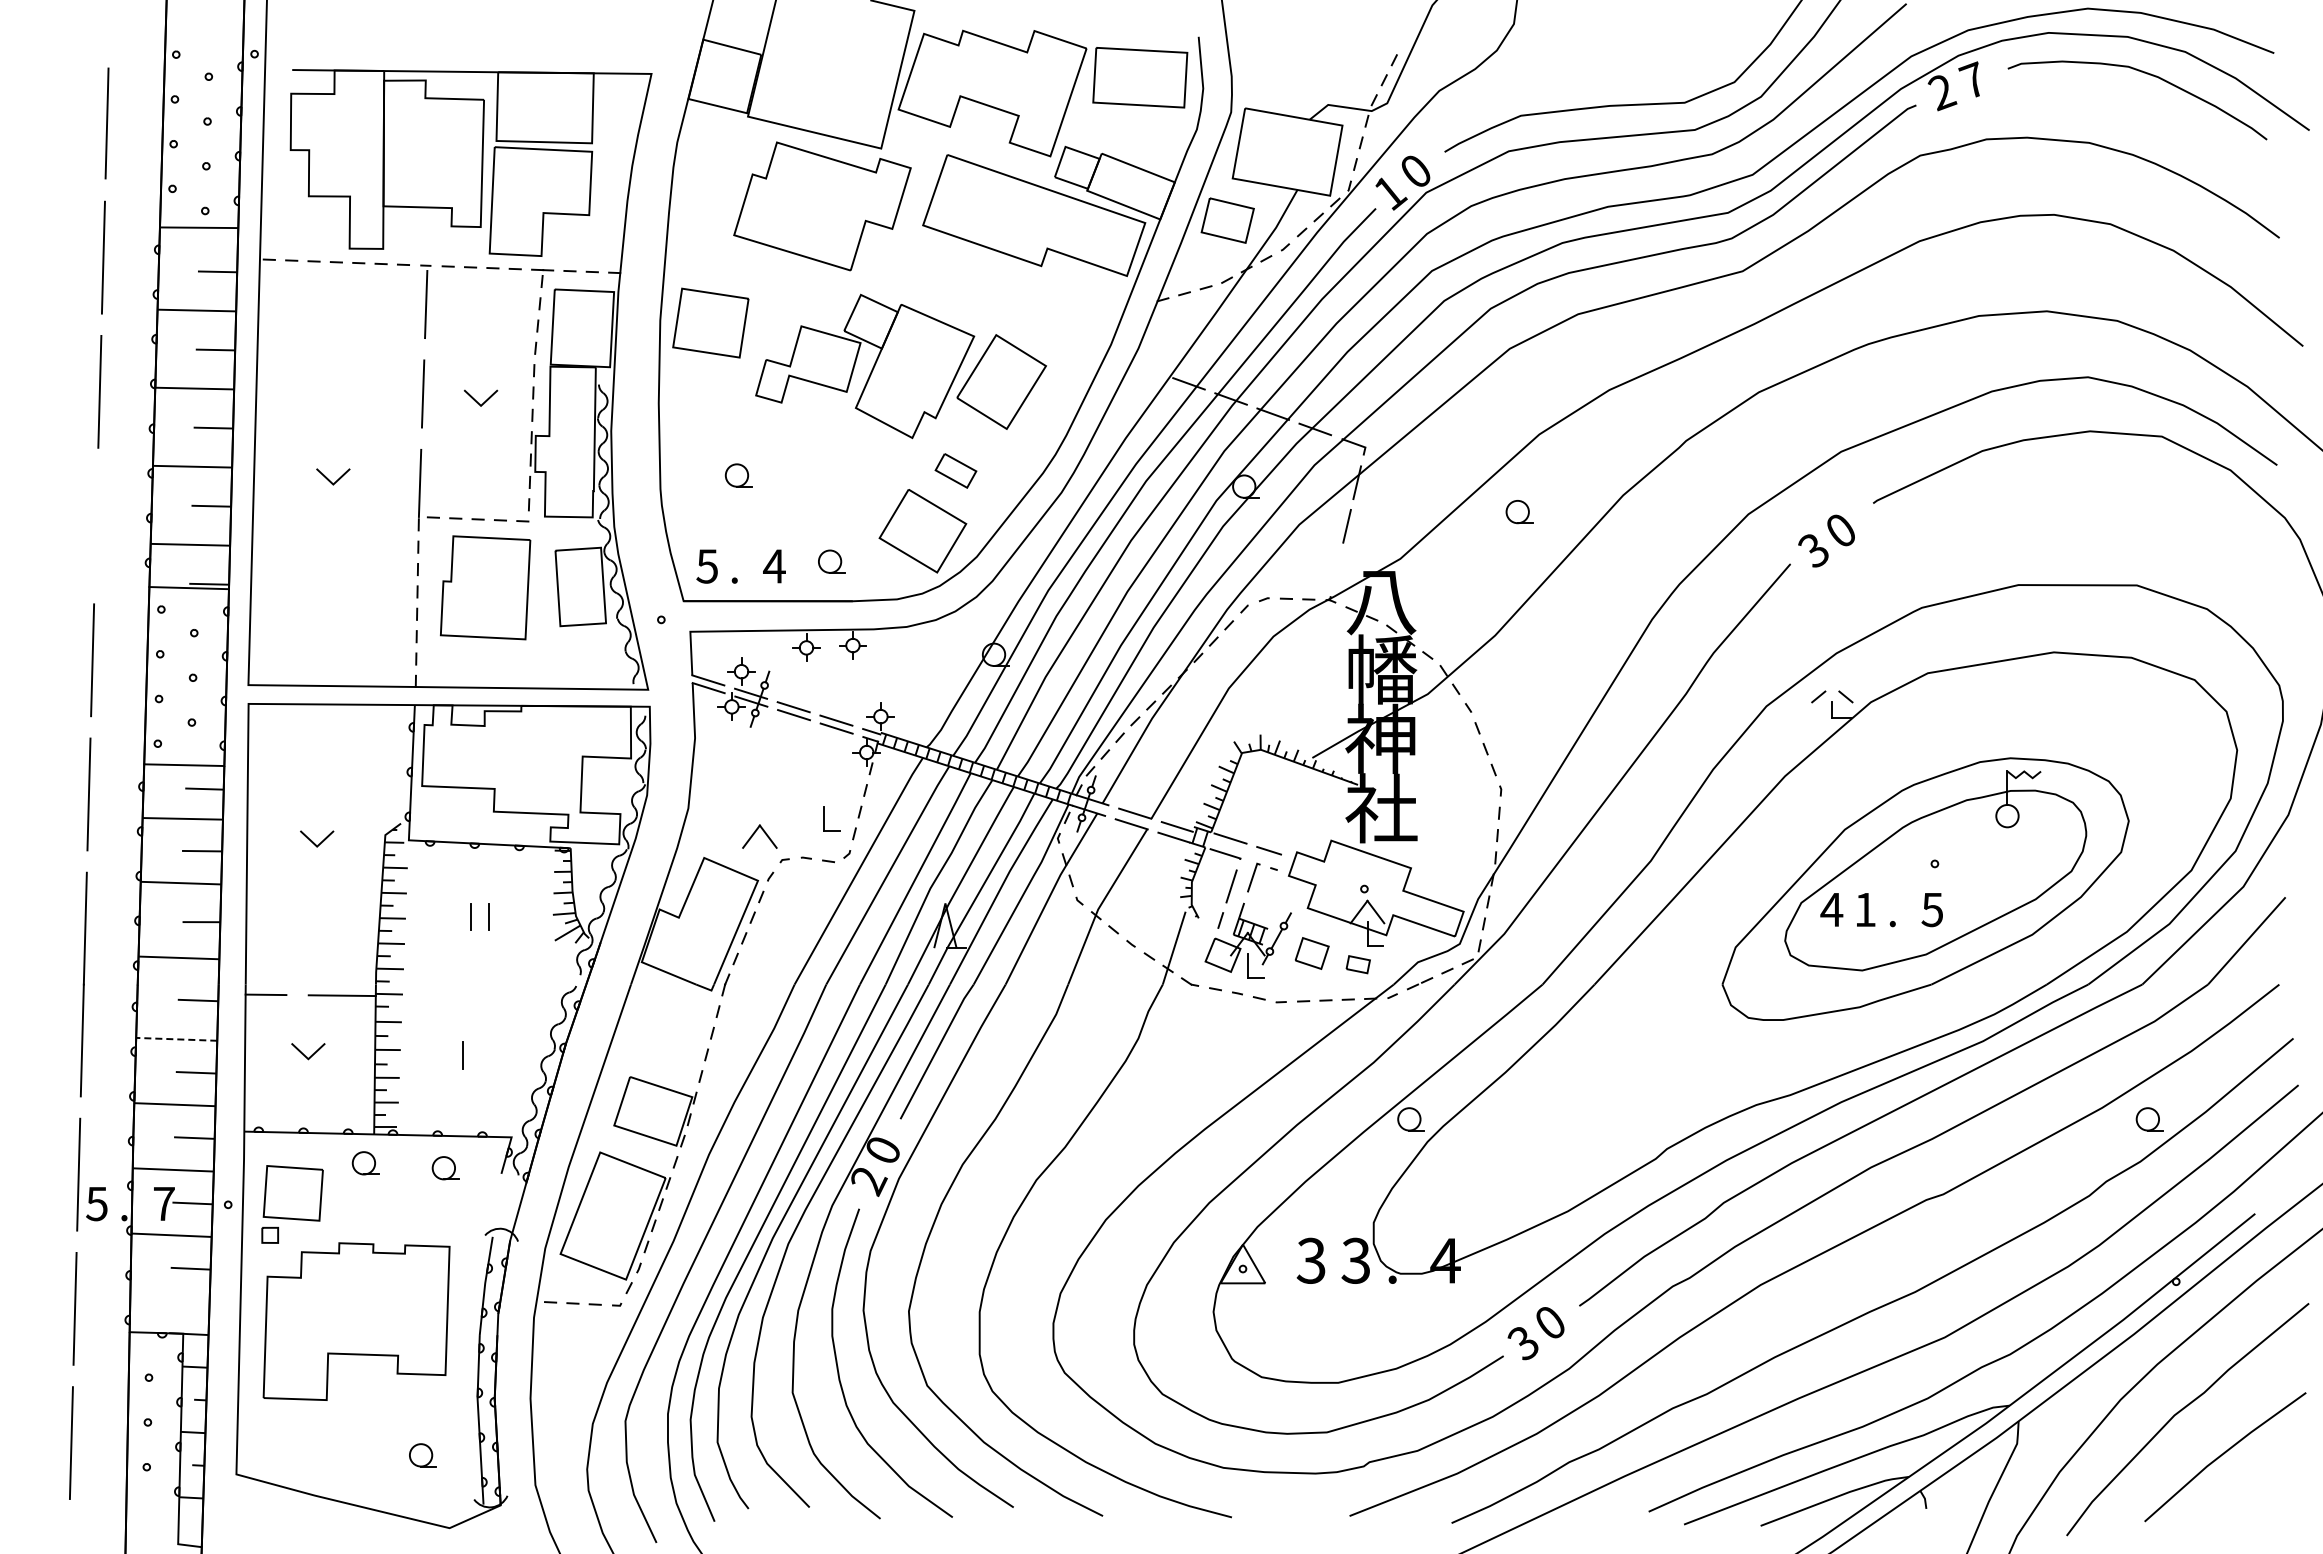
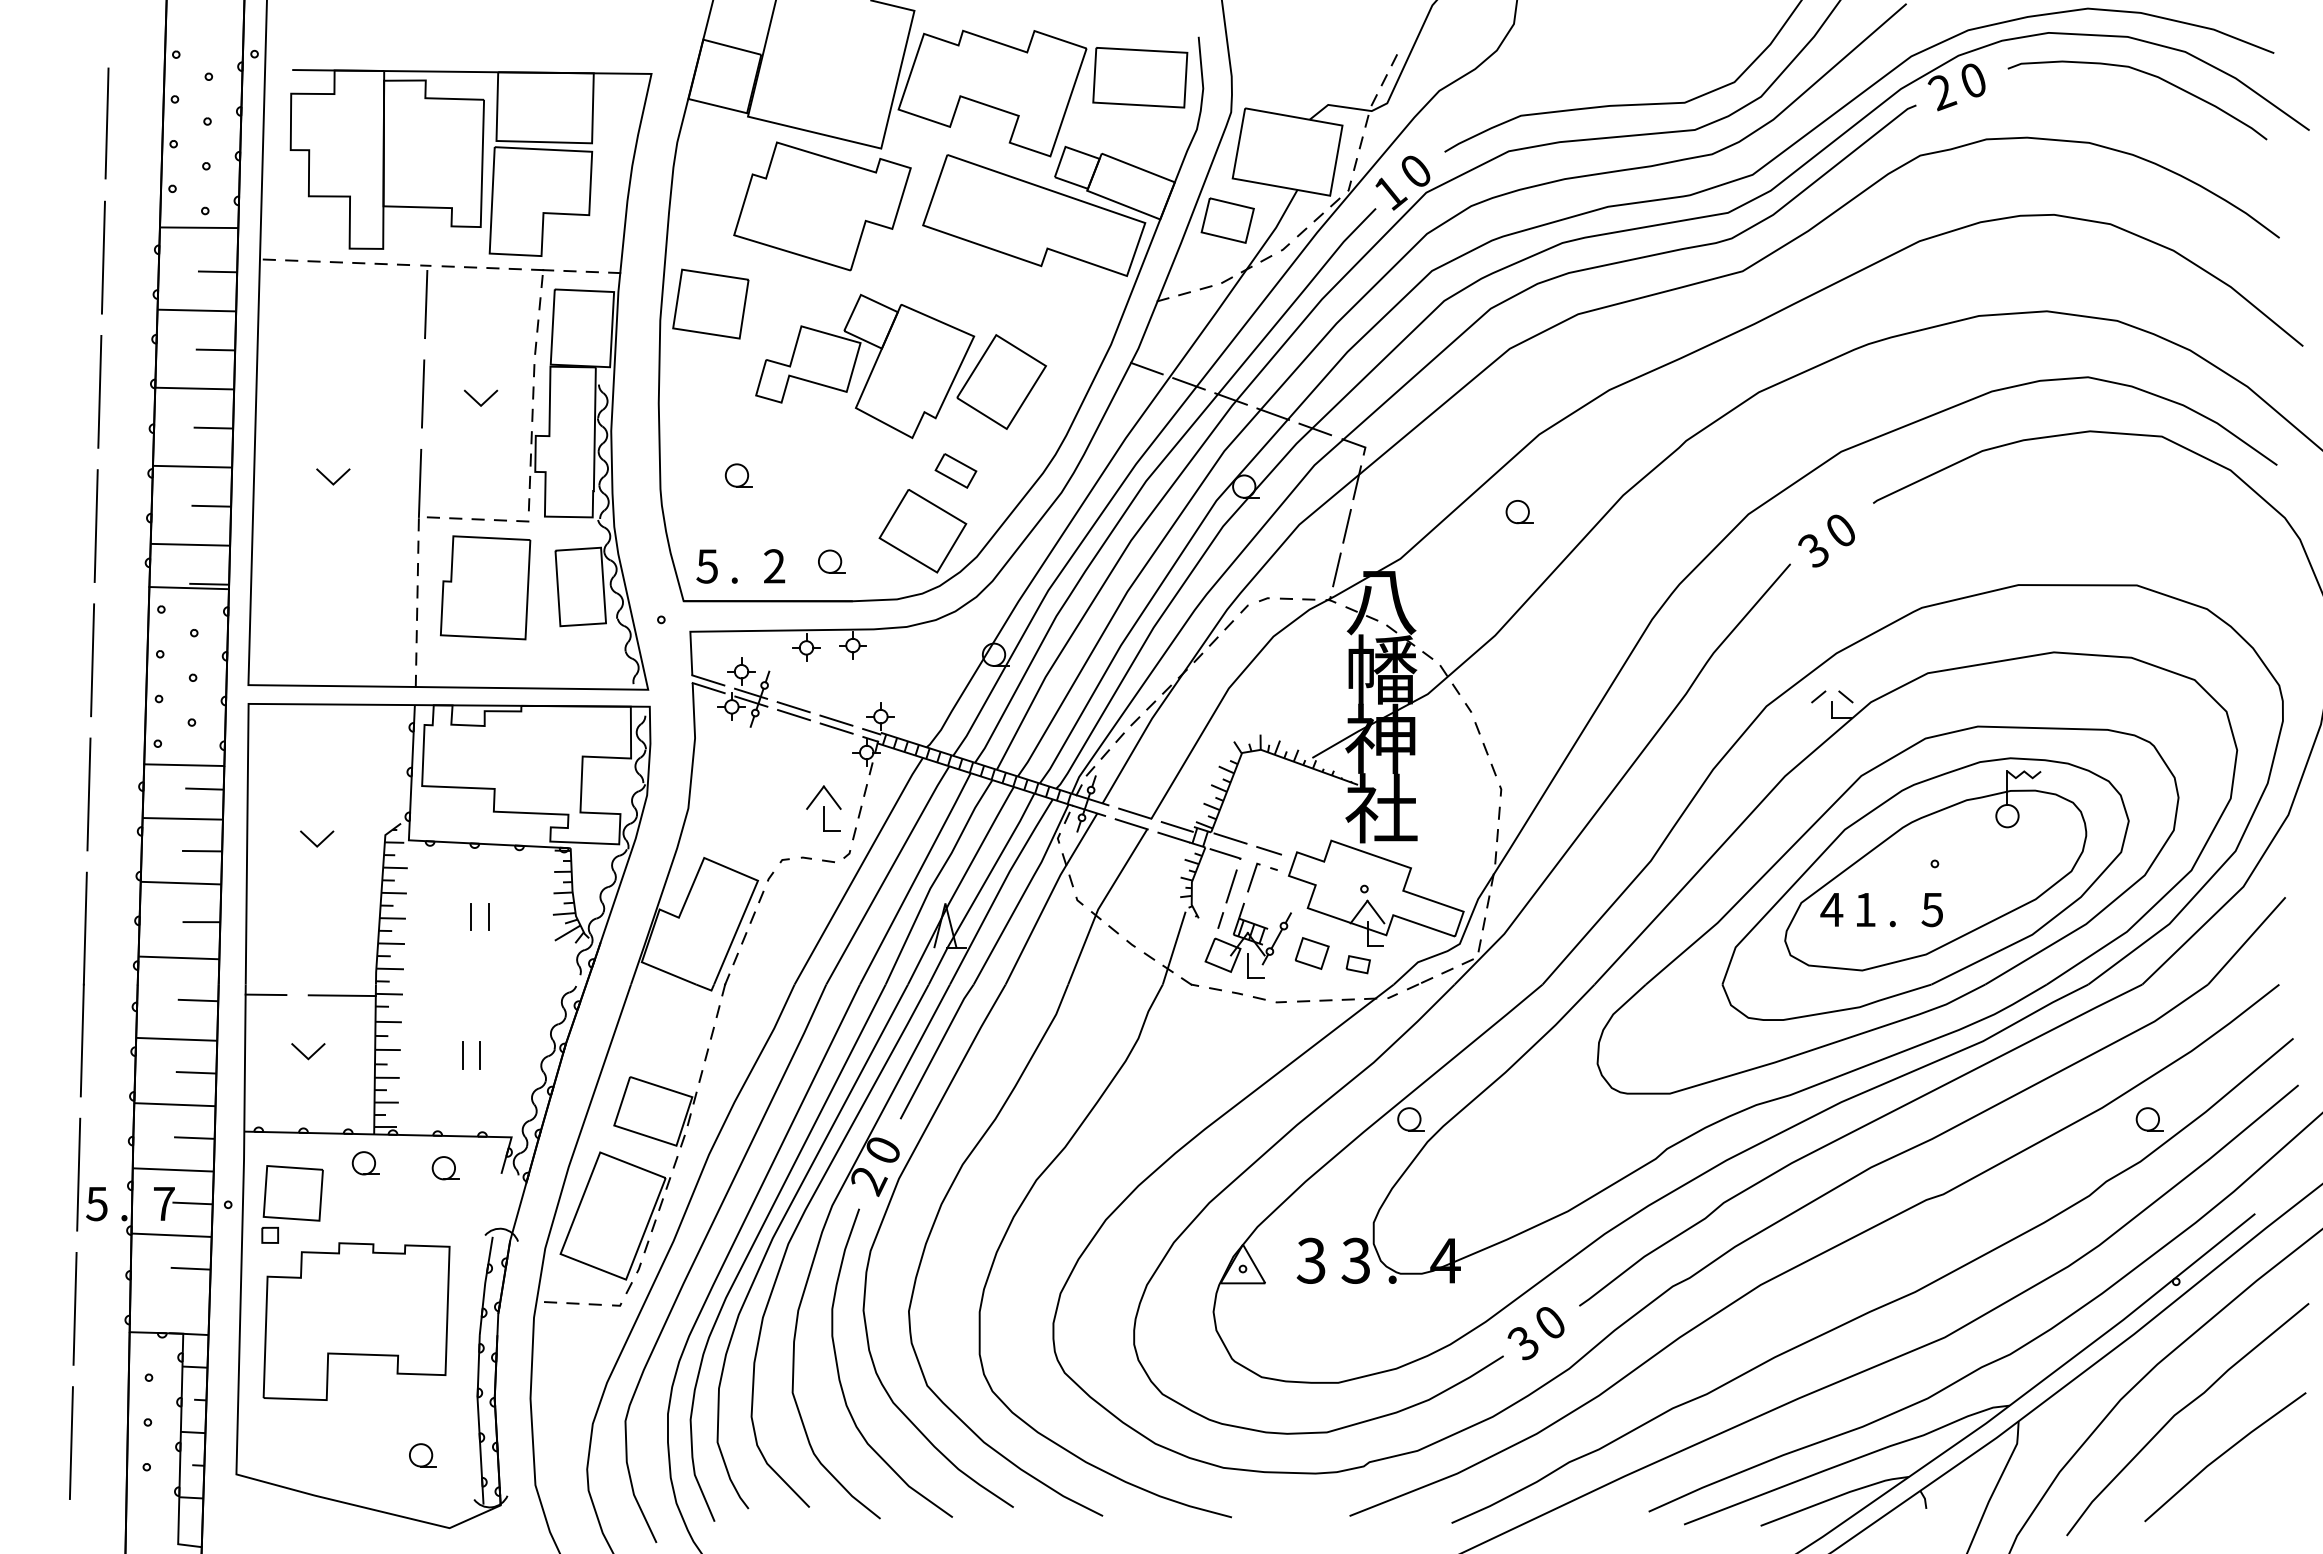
text at (1971, 79): 7 -> 0
part at (710, 322) position: (710, 322) -> (710, 303)
line at (1146, 368): none -> present
line at (95, 525): none -> present
text at (774, 566): 4 -> 2
line at (1336, 569): none -> present
part at (759, 836) position: (759, 836) -> (823, 797)
part at (1887, 909): none -> present
line at (176, 1039): dashed -> solid
line at (480, 1055): none -> present
